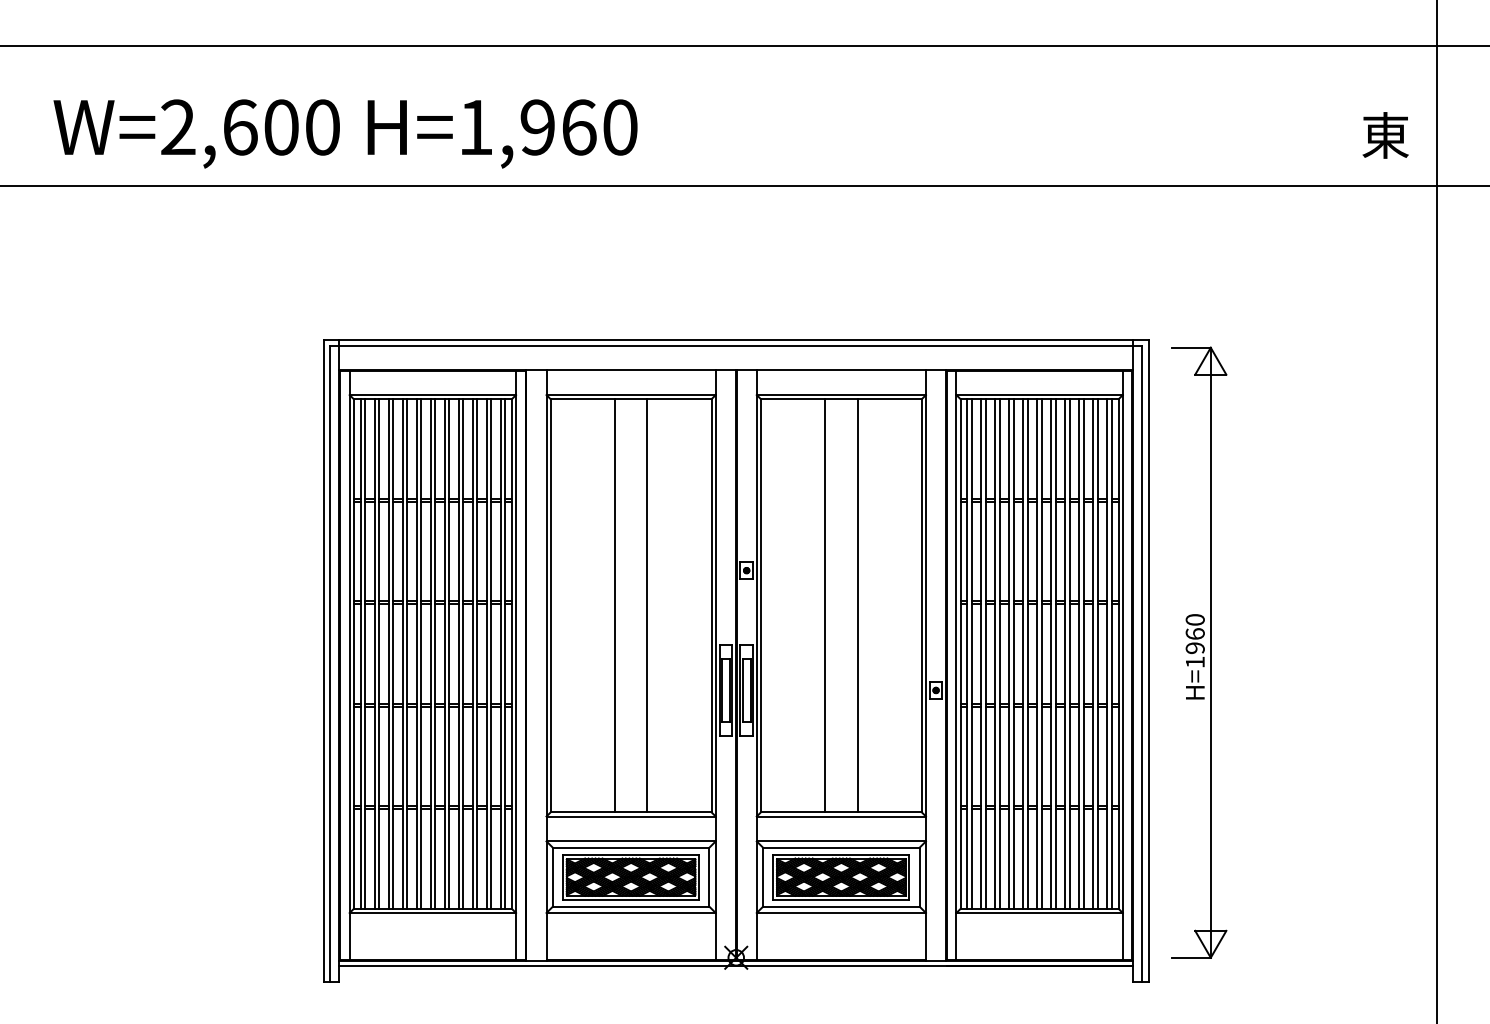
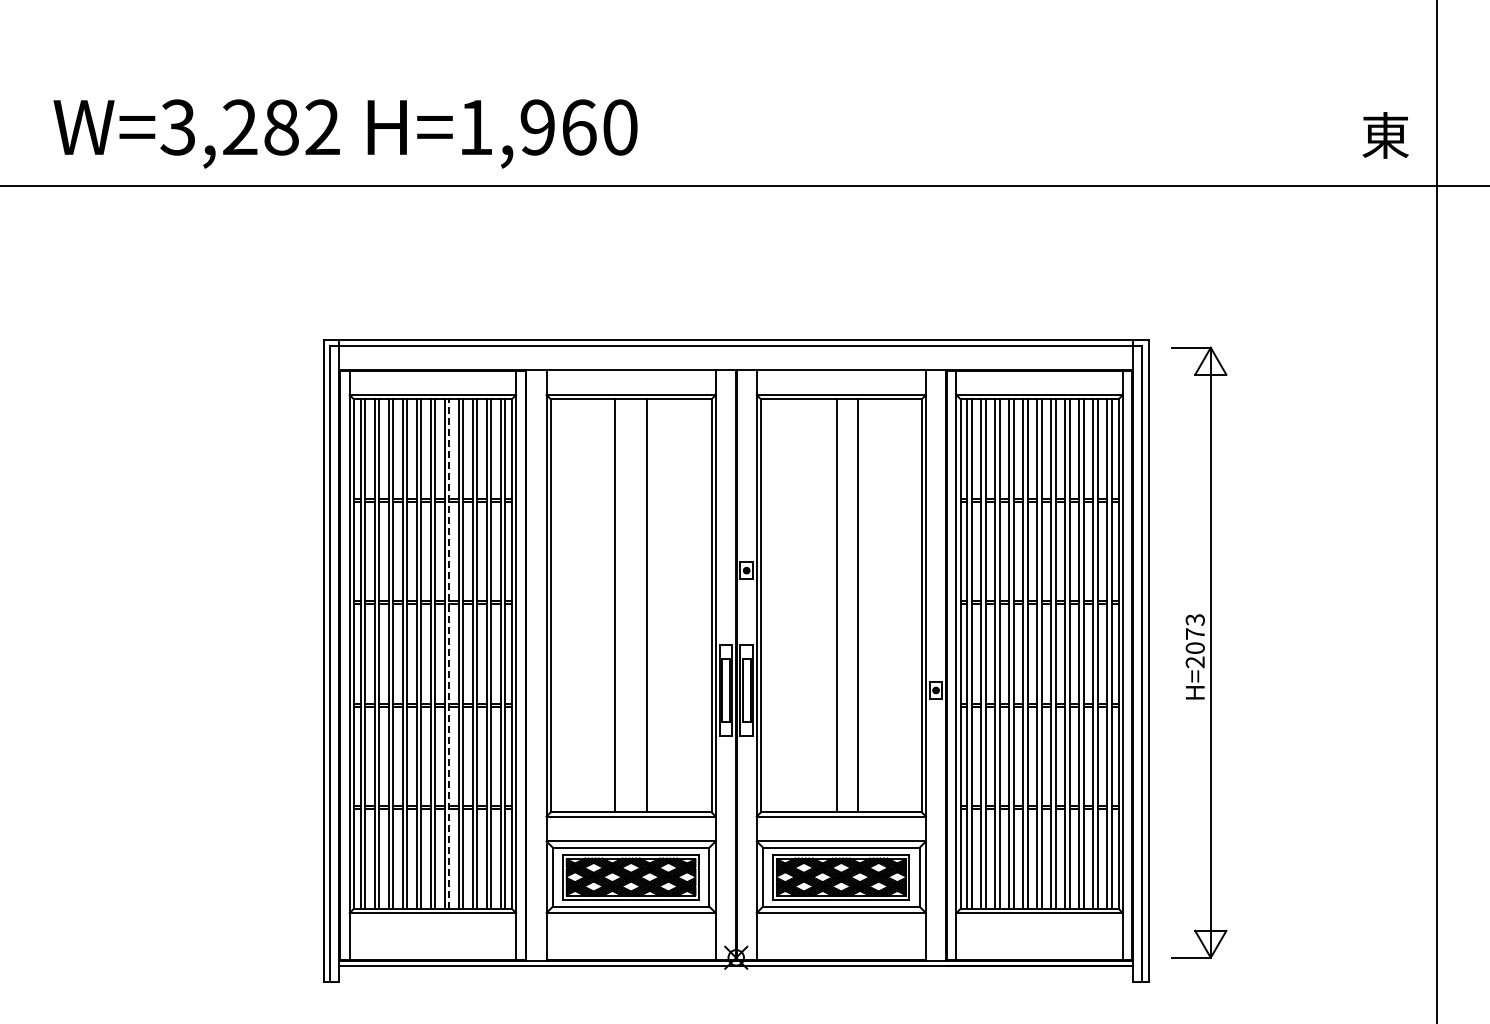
line at (744, 45): present -> none
text at (249, 127): W=2,600 -> W=3,282
line at (825, 605) position: (825, 605) -> (837, 605)
text at (1194, 641): H=1960 -> H=2073
line at (449, 654): solid -> dashed
